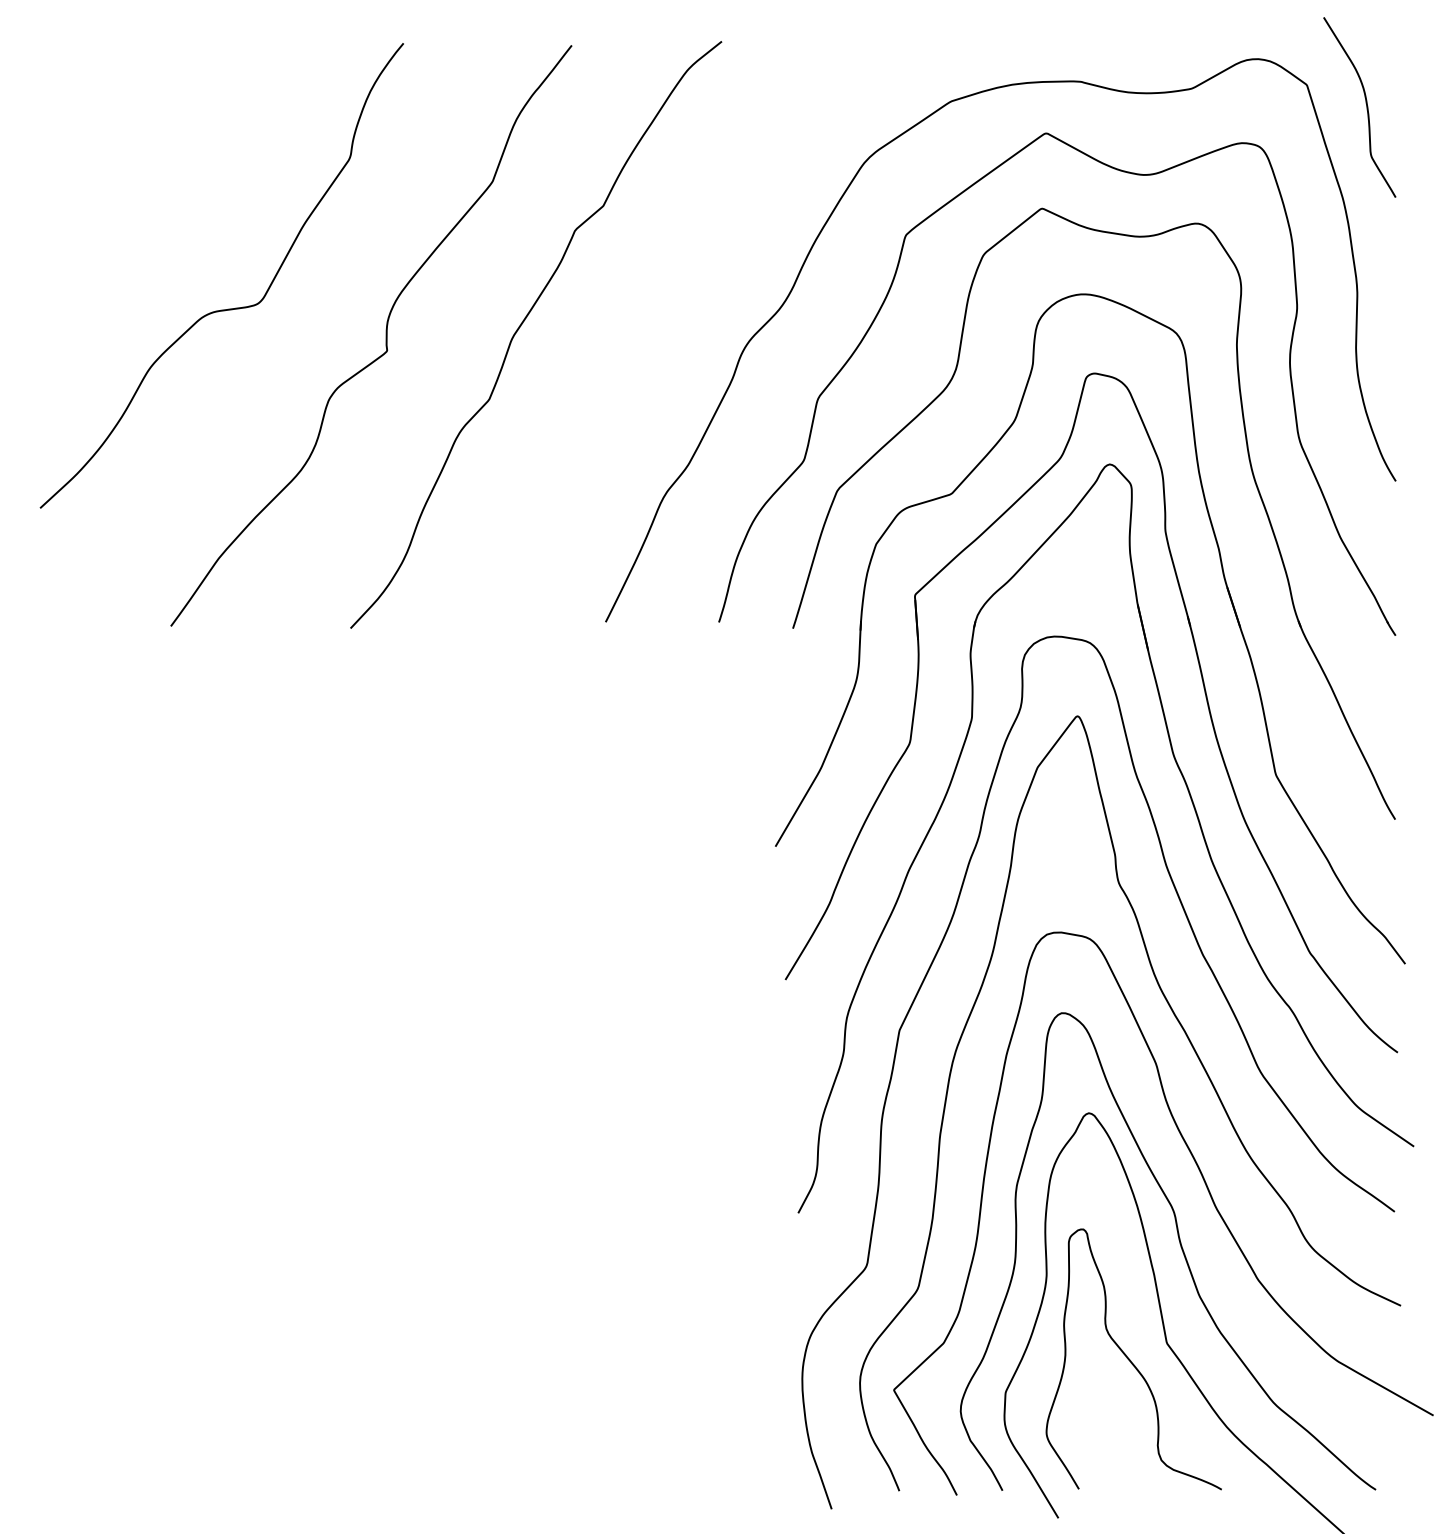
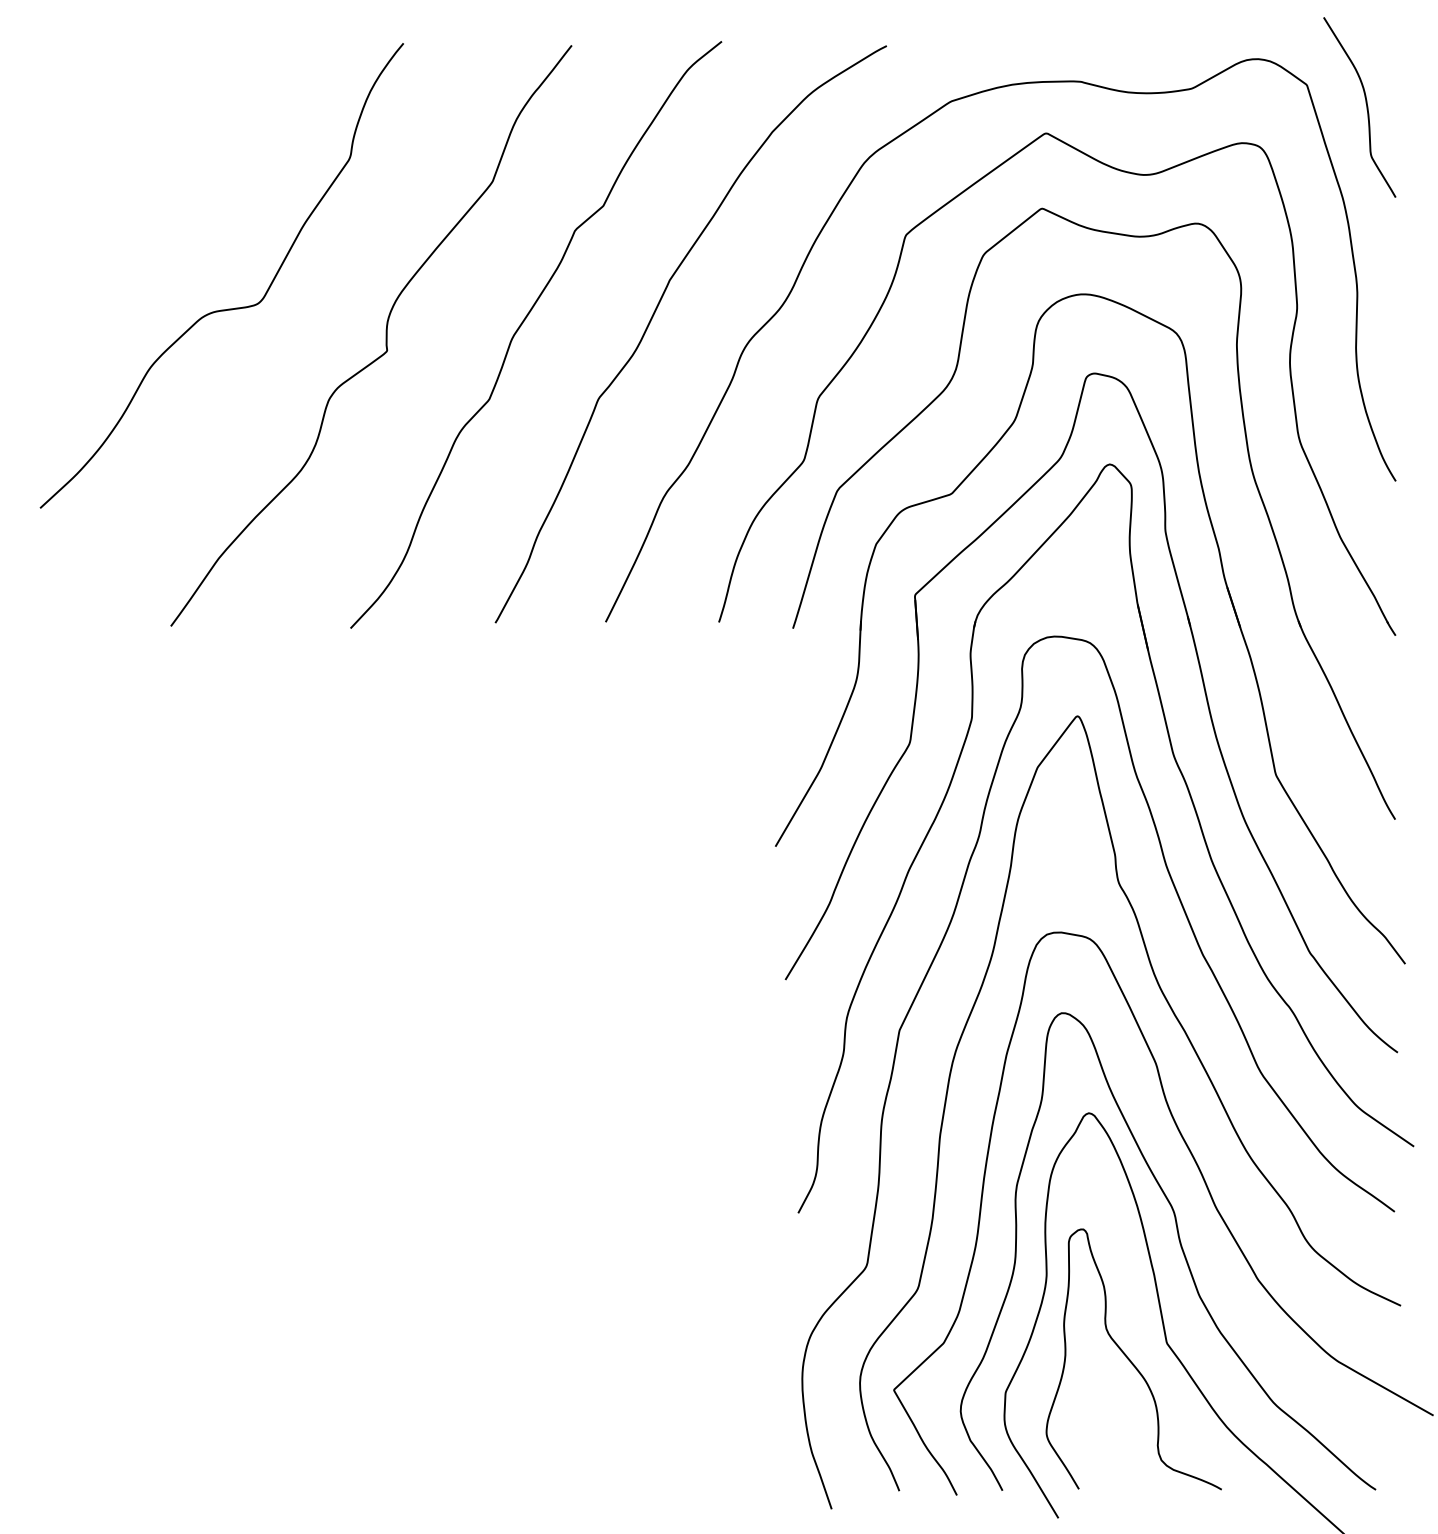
curve at (654, 315): none -> present
